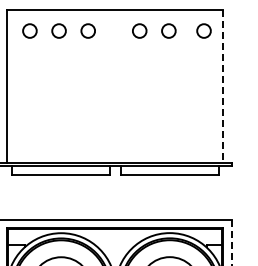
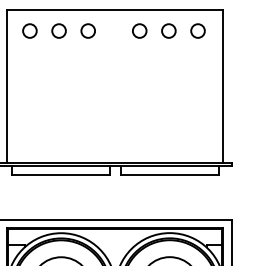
circle at (203, 30) position: (203, 30) -> (197, 30)
line at (222, 87): dashed -> solid
line at (232, 242): dashed -> solid
